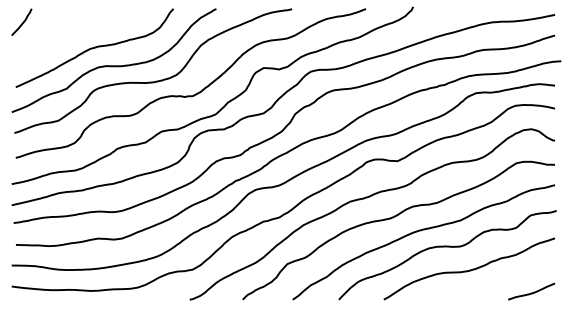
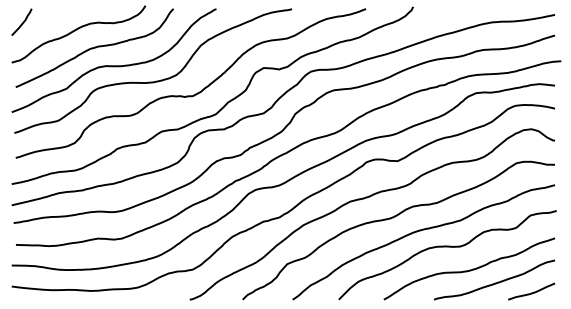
curve at (77, 30): none -> present
curve at (495, 282): none -> present
